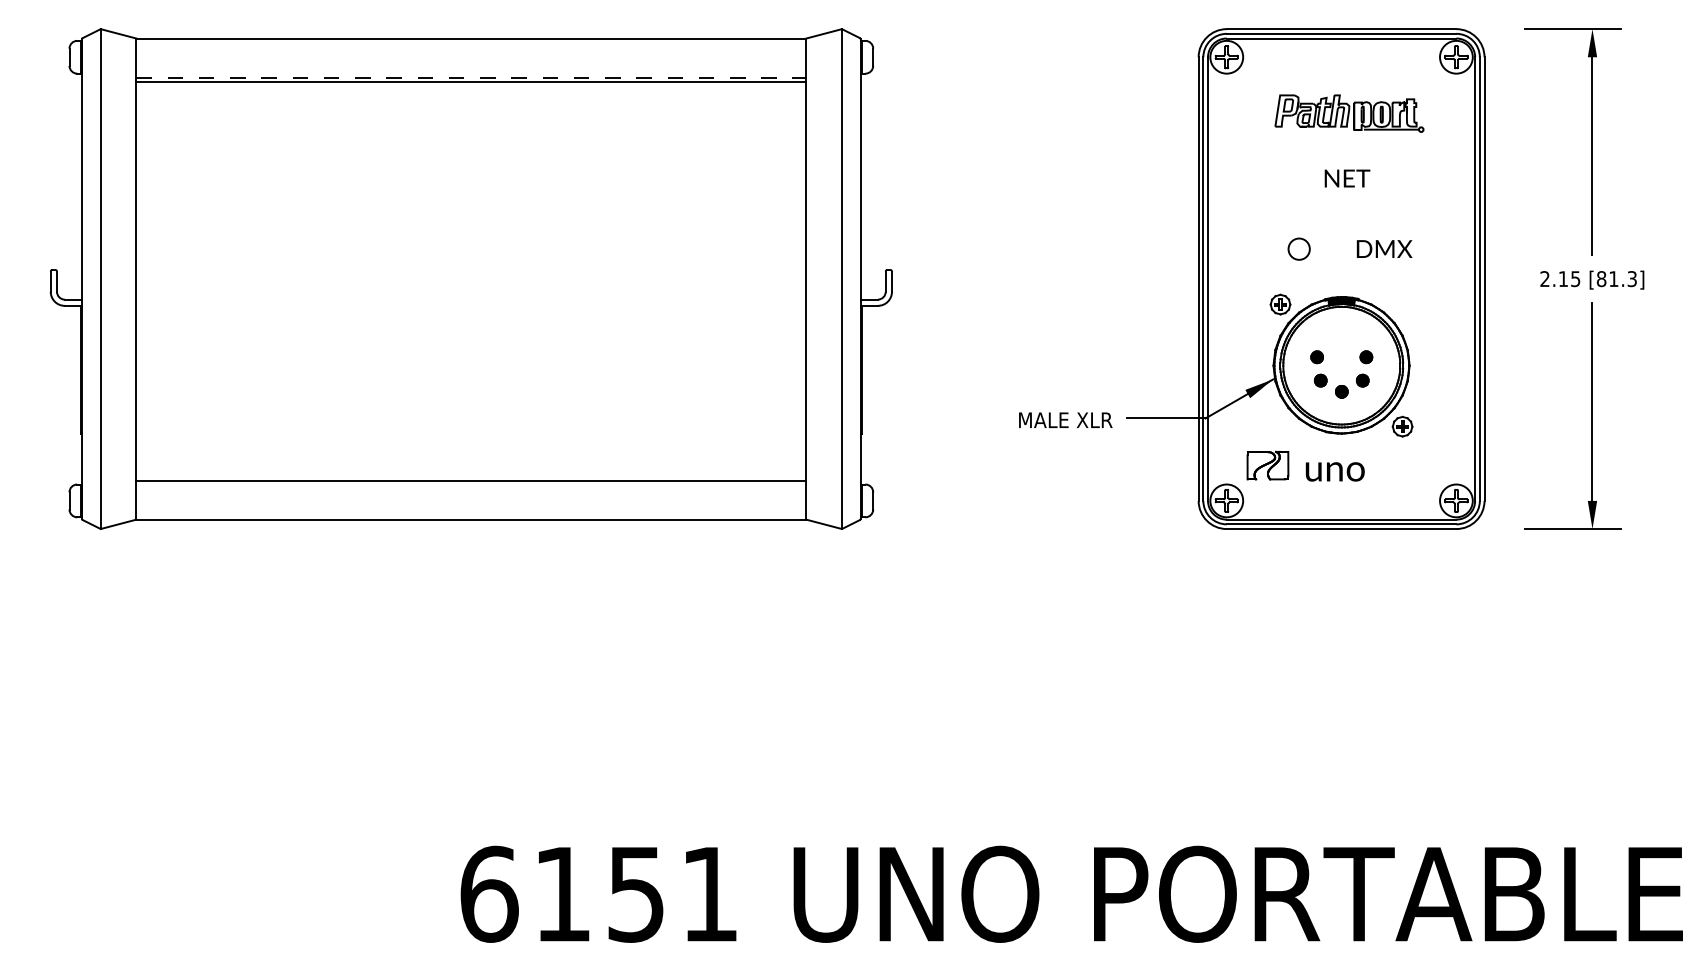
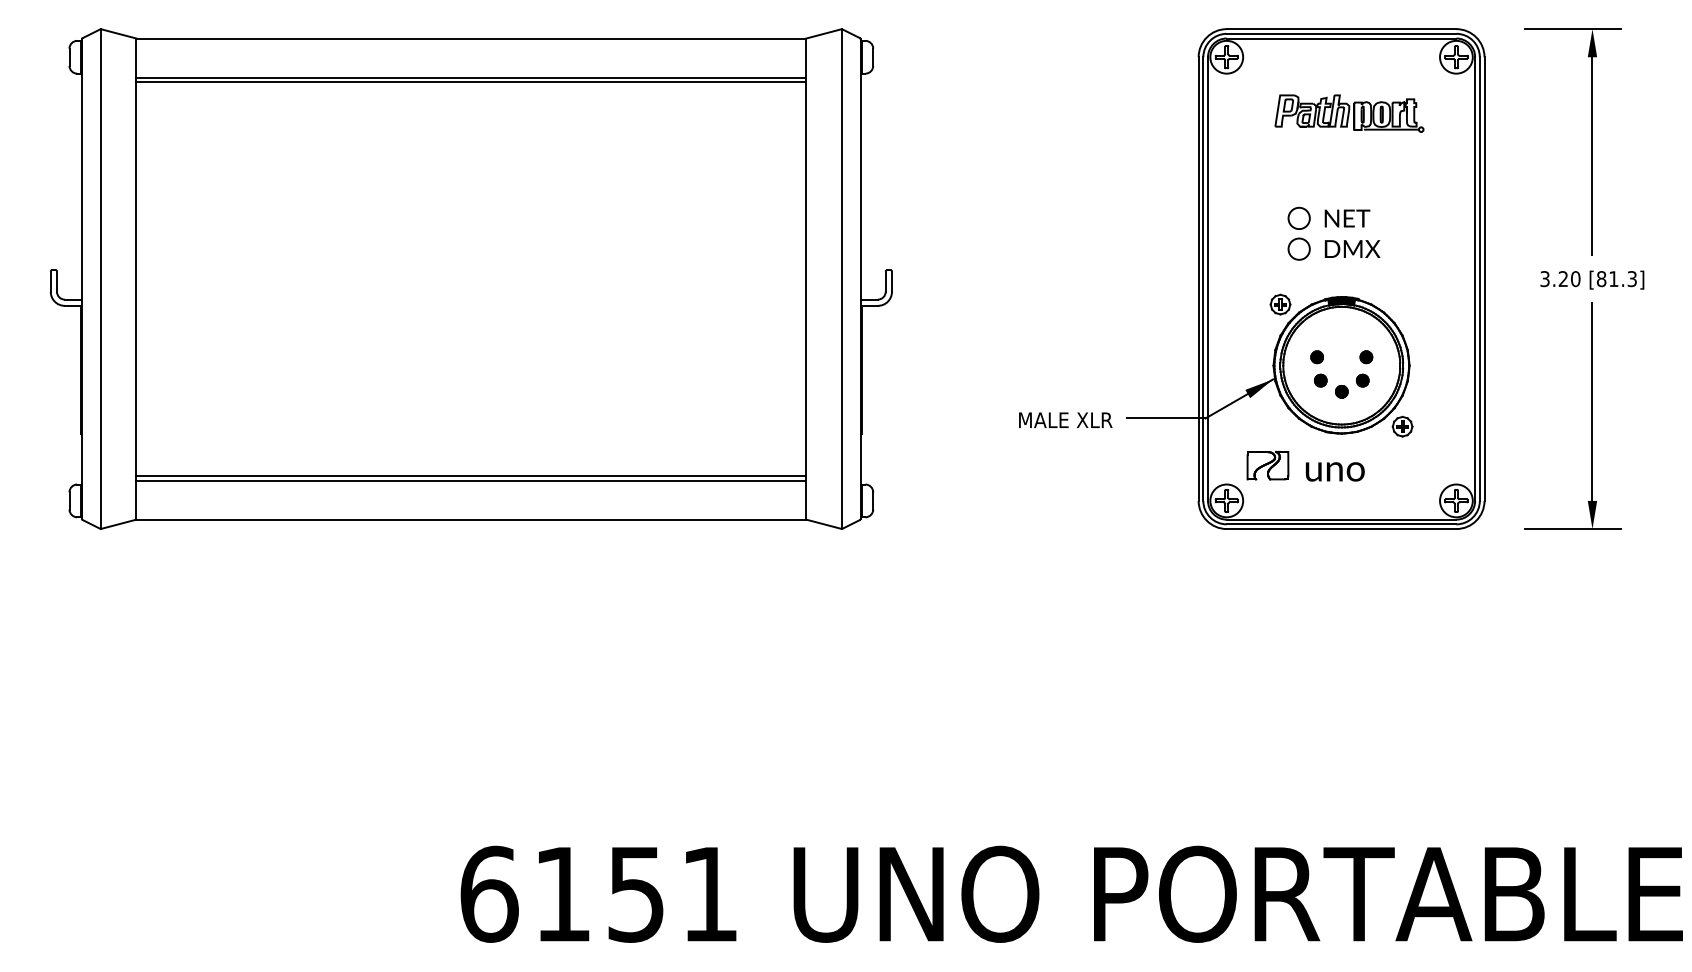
line at (471, 77): dashed -> solid
text at (1347, 178) position: (1347, 178) -> (1347, 218)
circle at (1298, 217): none -> present
text at (1384, 248) position: (1384, 248) -> (1352, 248)
text at (1560, 279): 2.15 -> 3.20
line at (471, 475): none -> present
